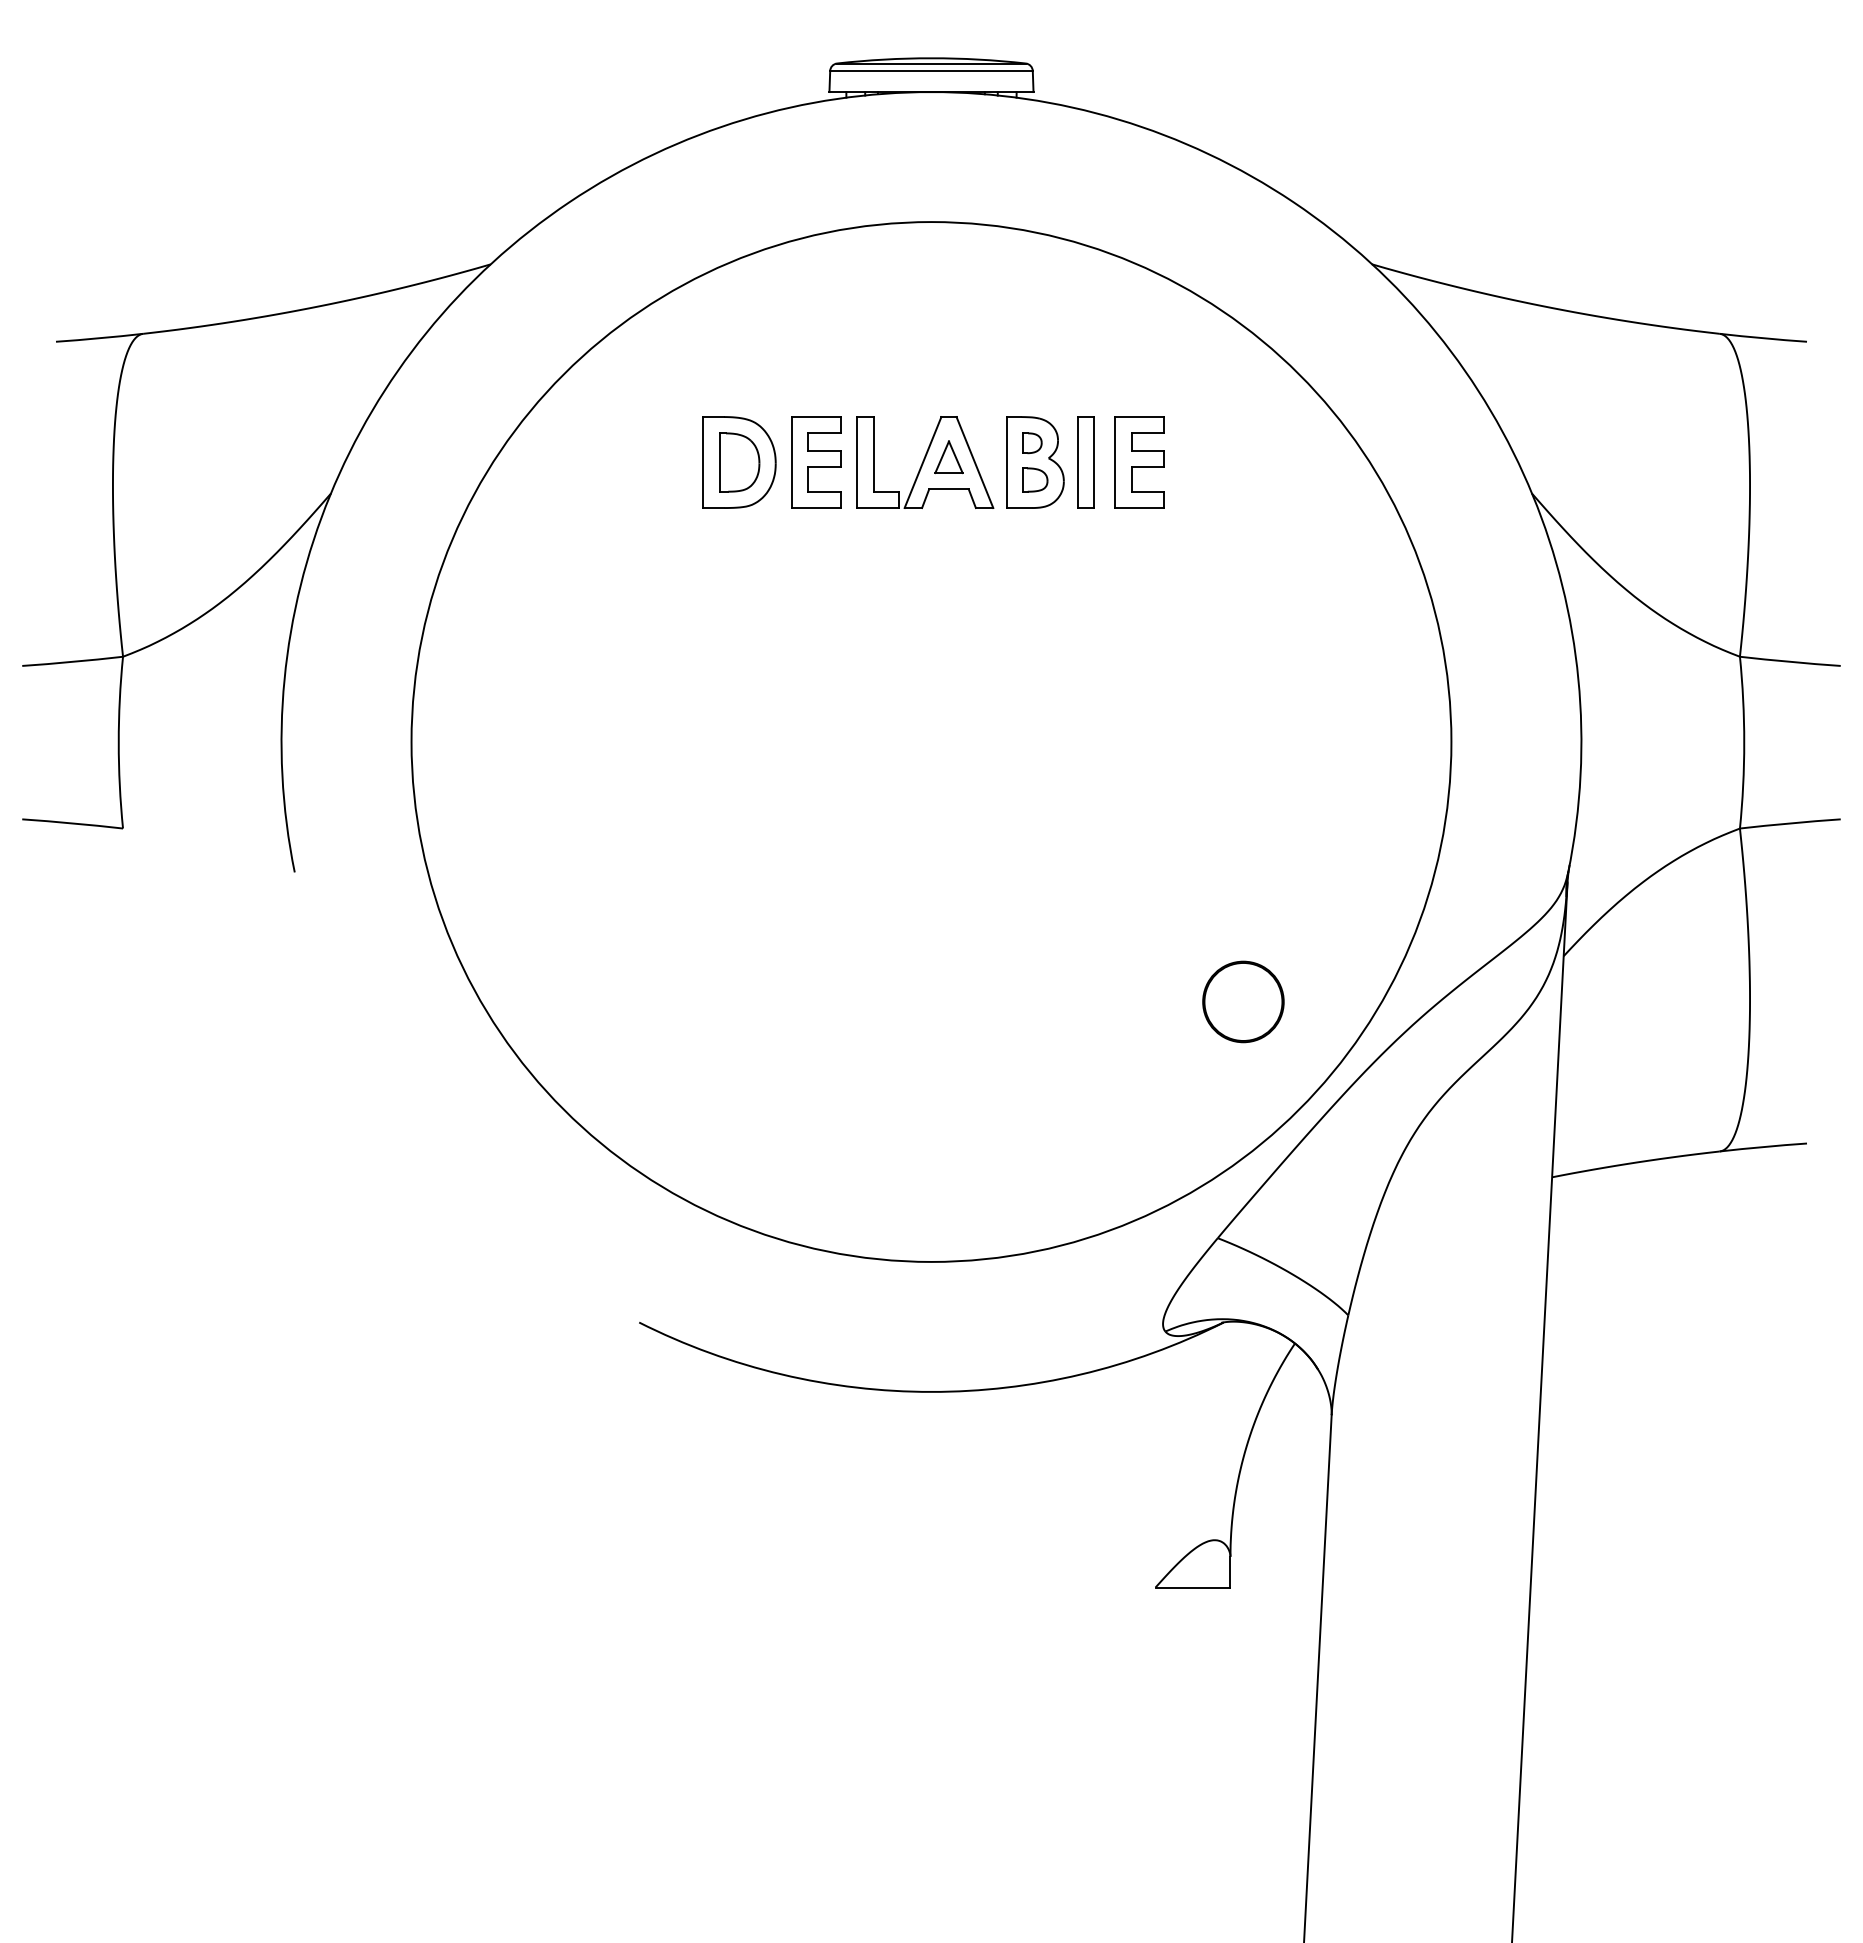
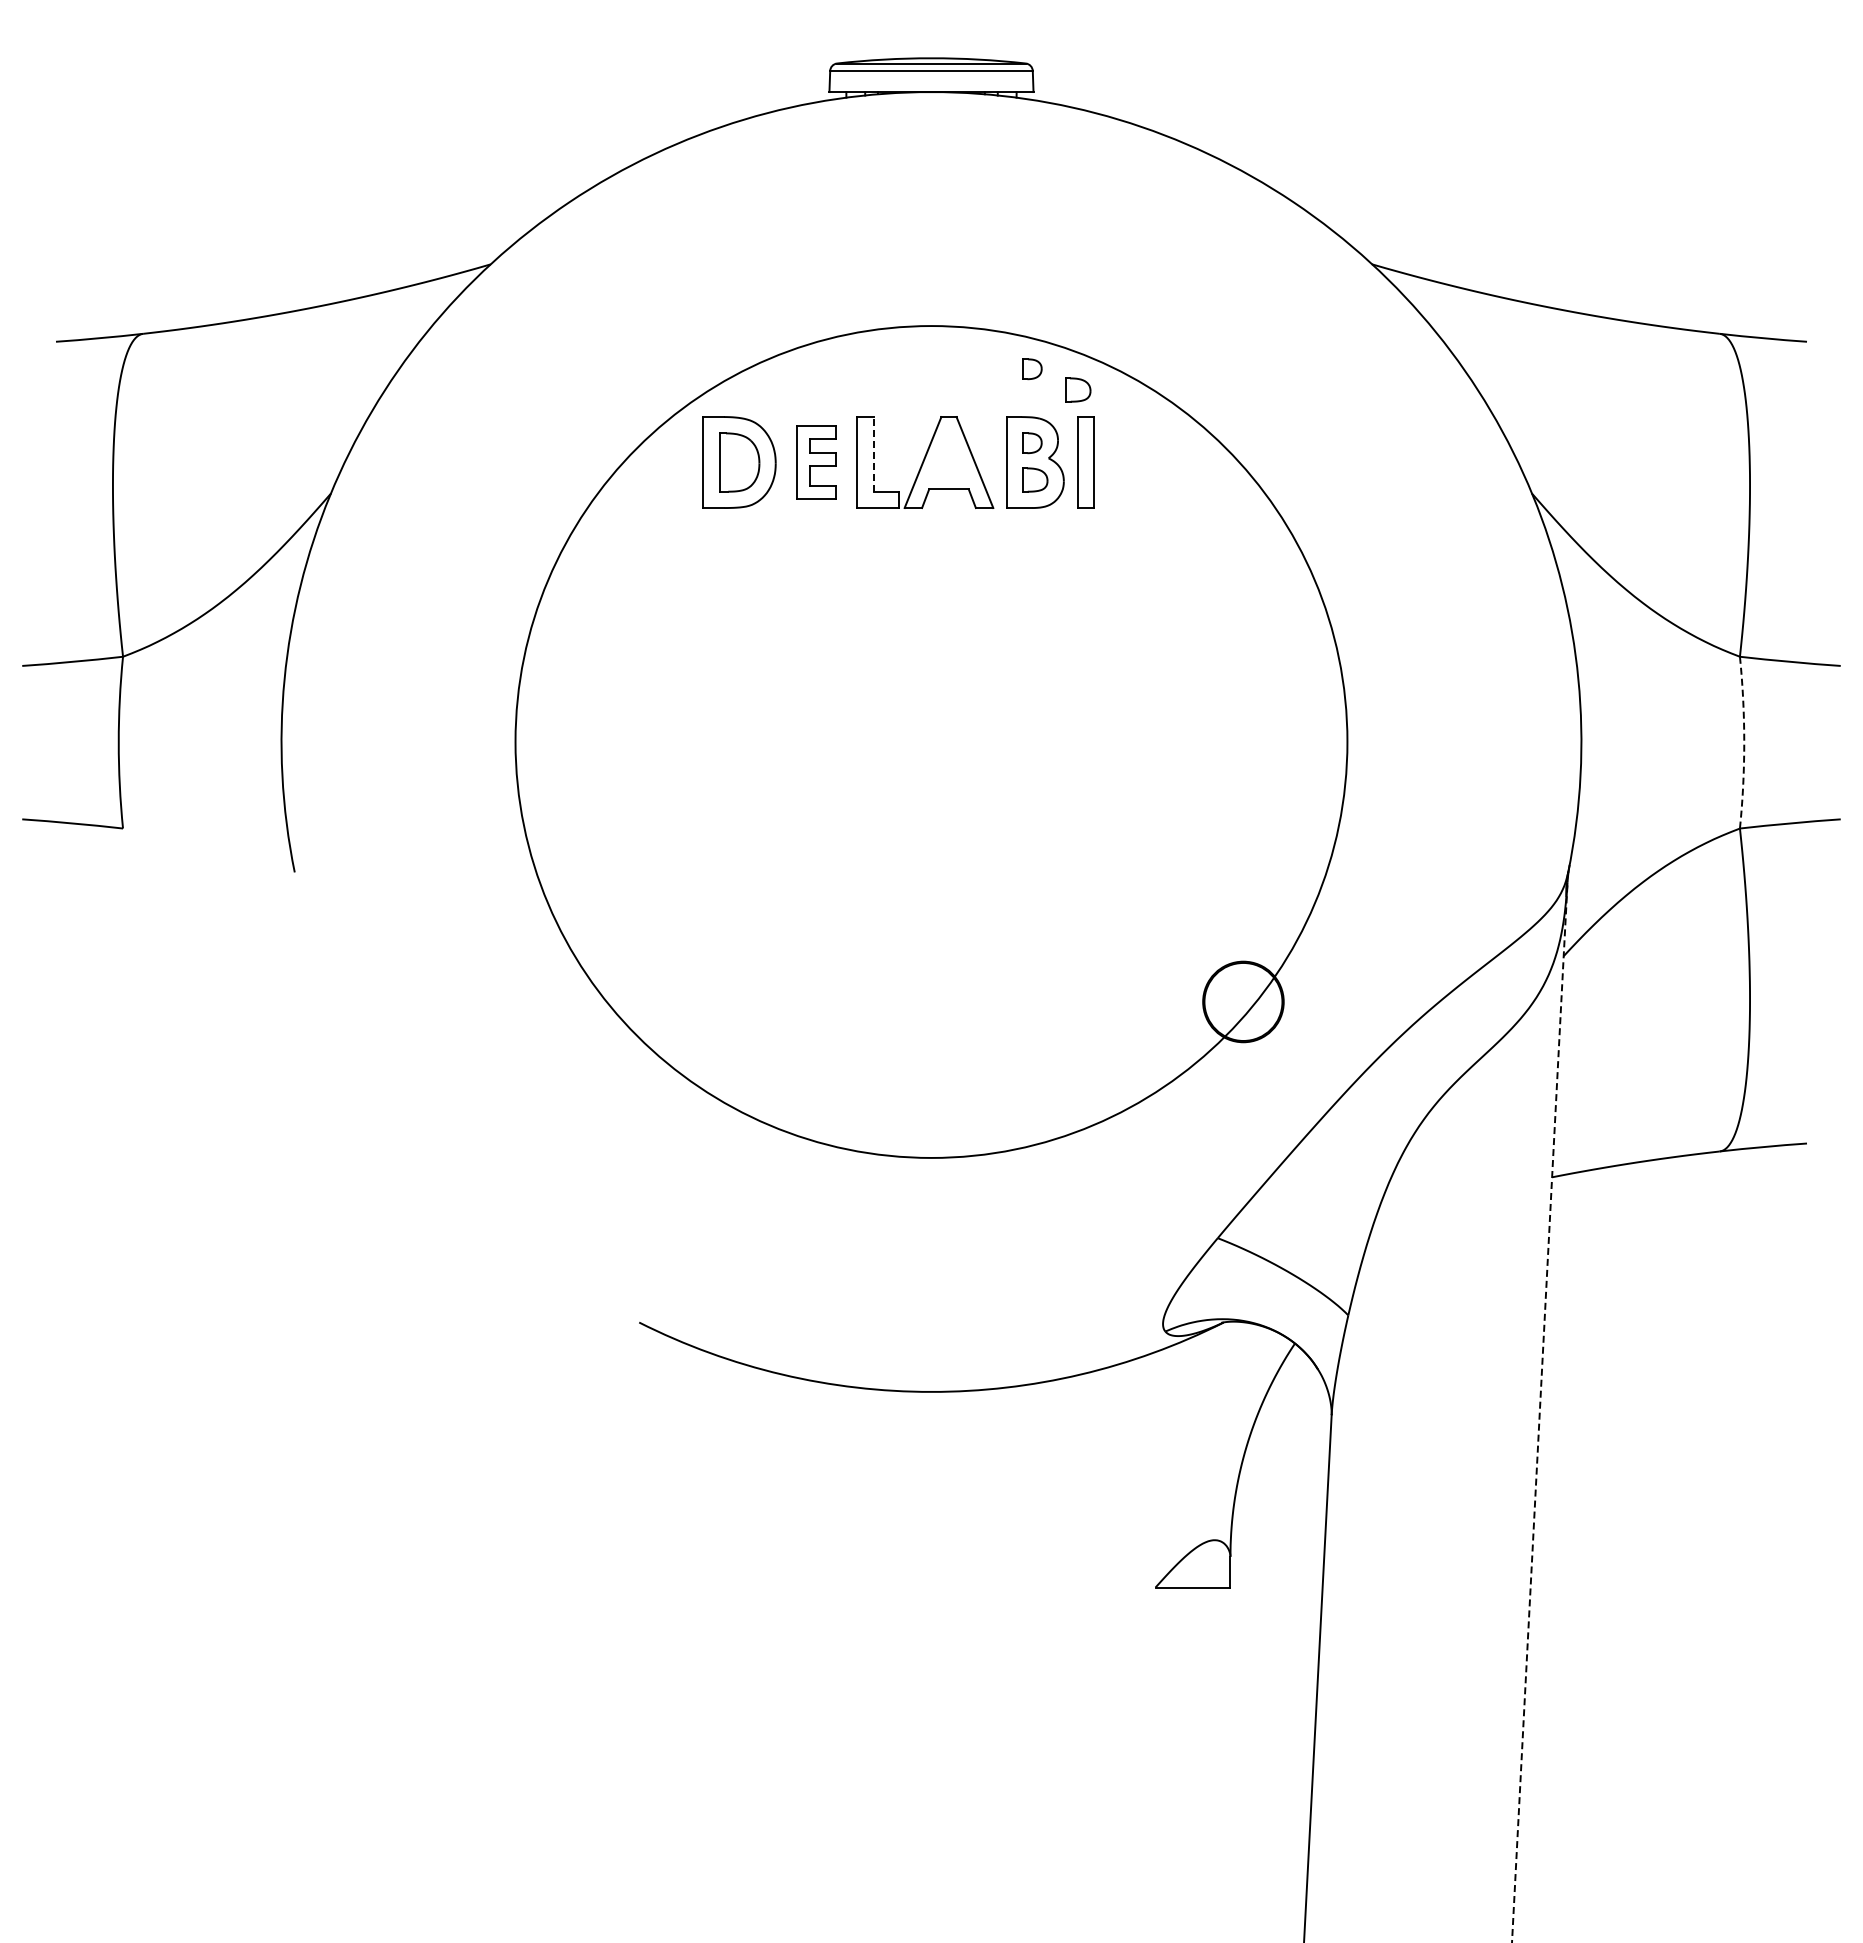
part at (1032, 369): none -> present
part at (1078, 389): none -> present
line at (873, 453): solid -> dashed
part at (948, 457): present -> none
part at (816, 462) size: 51x93 px -> 41x75 px
part at (1139, 462): present -> none
circle at (931, 741) diameter: 1040 px -> 832 px
arc at (1744, 742): solid -> dashed
line at (1539, 1411): solid -> dashed
